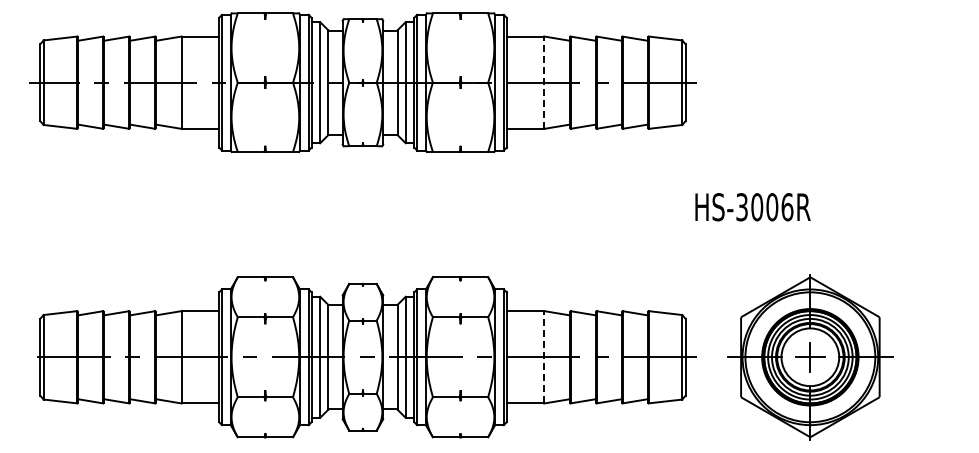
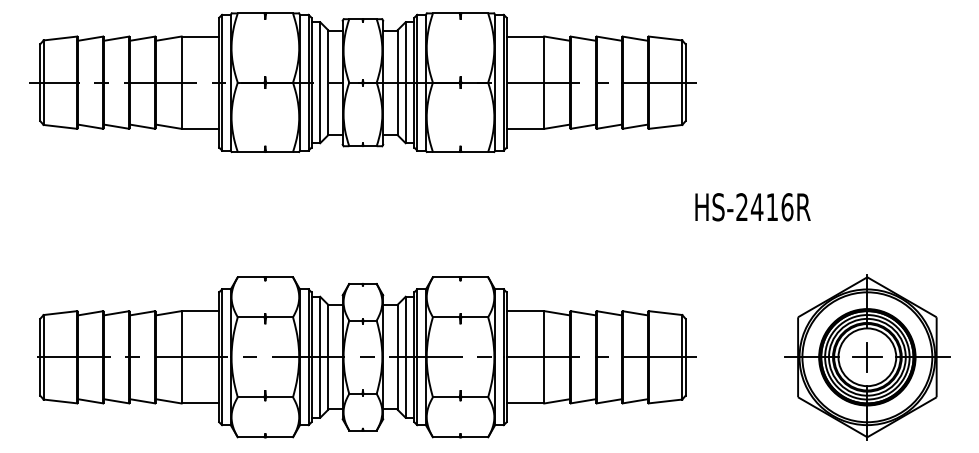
line at (544, 82): dashed -> solid
text at (757, 207): HS-3006R -> HS-2416R
line at (544, 356): dashed -> solid
part at (810, 357) position: (810, 357) -> (867, 357)
